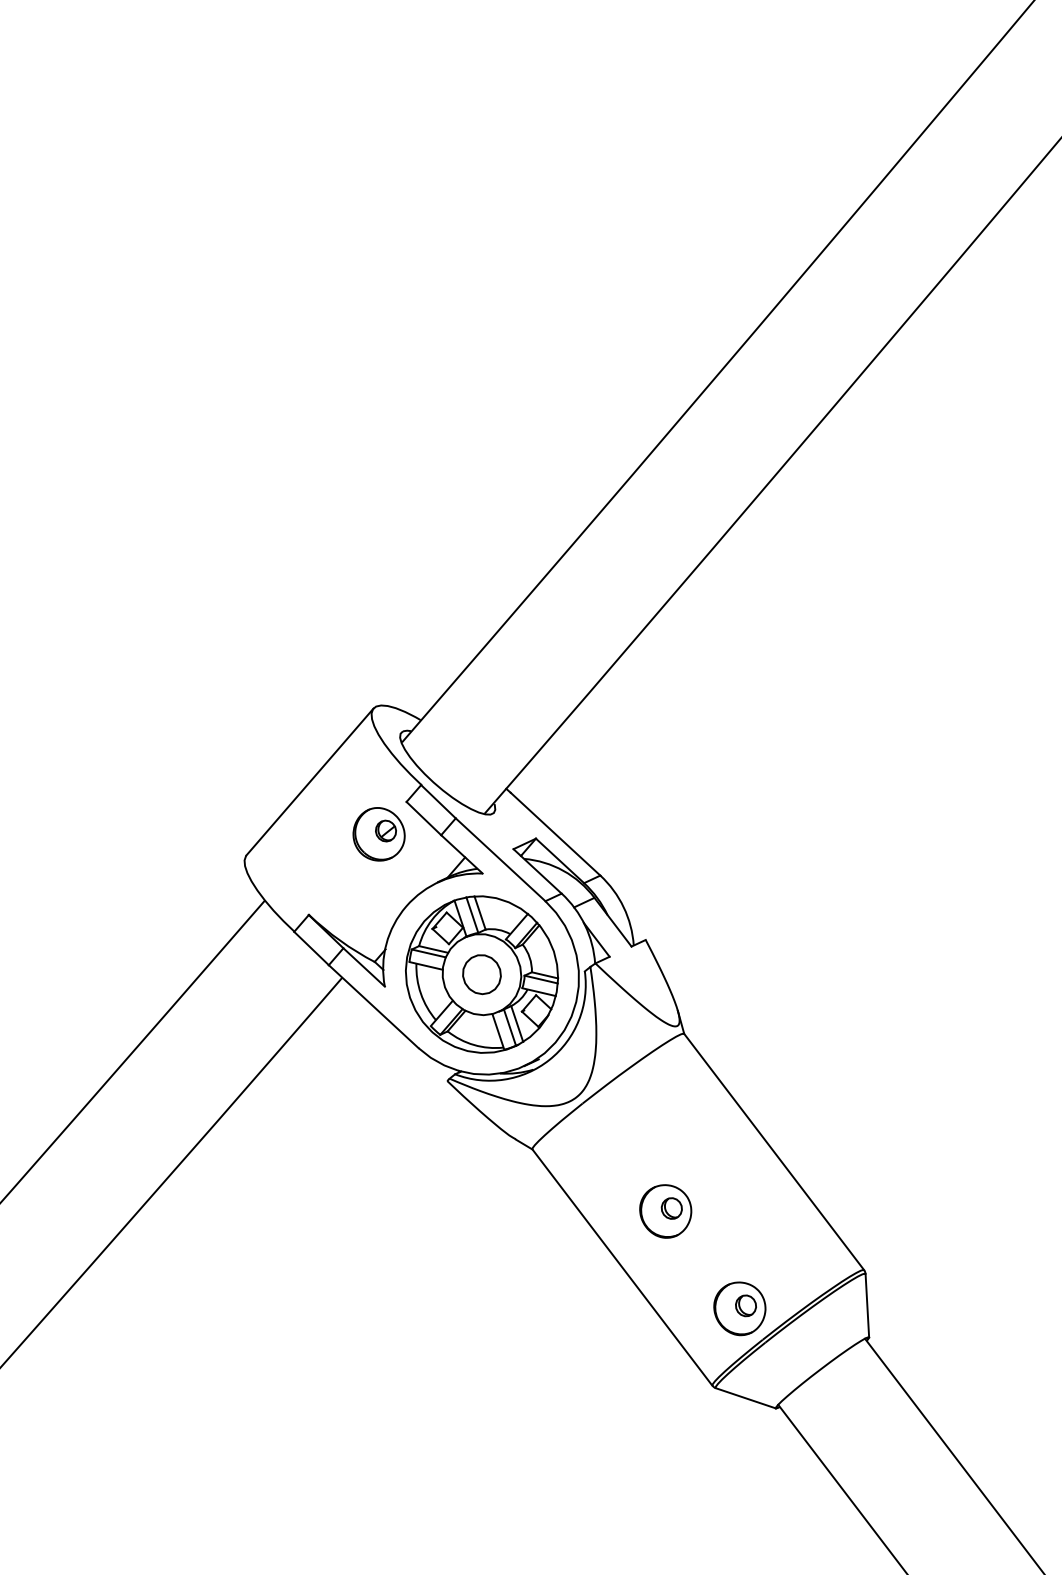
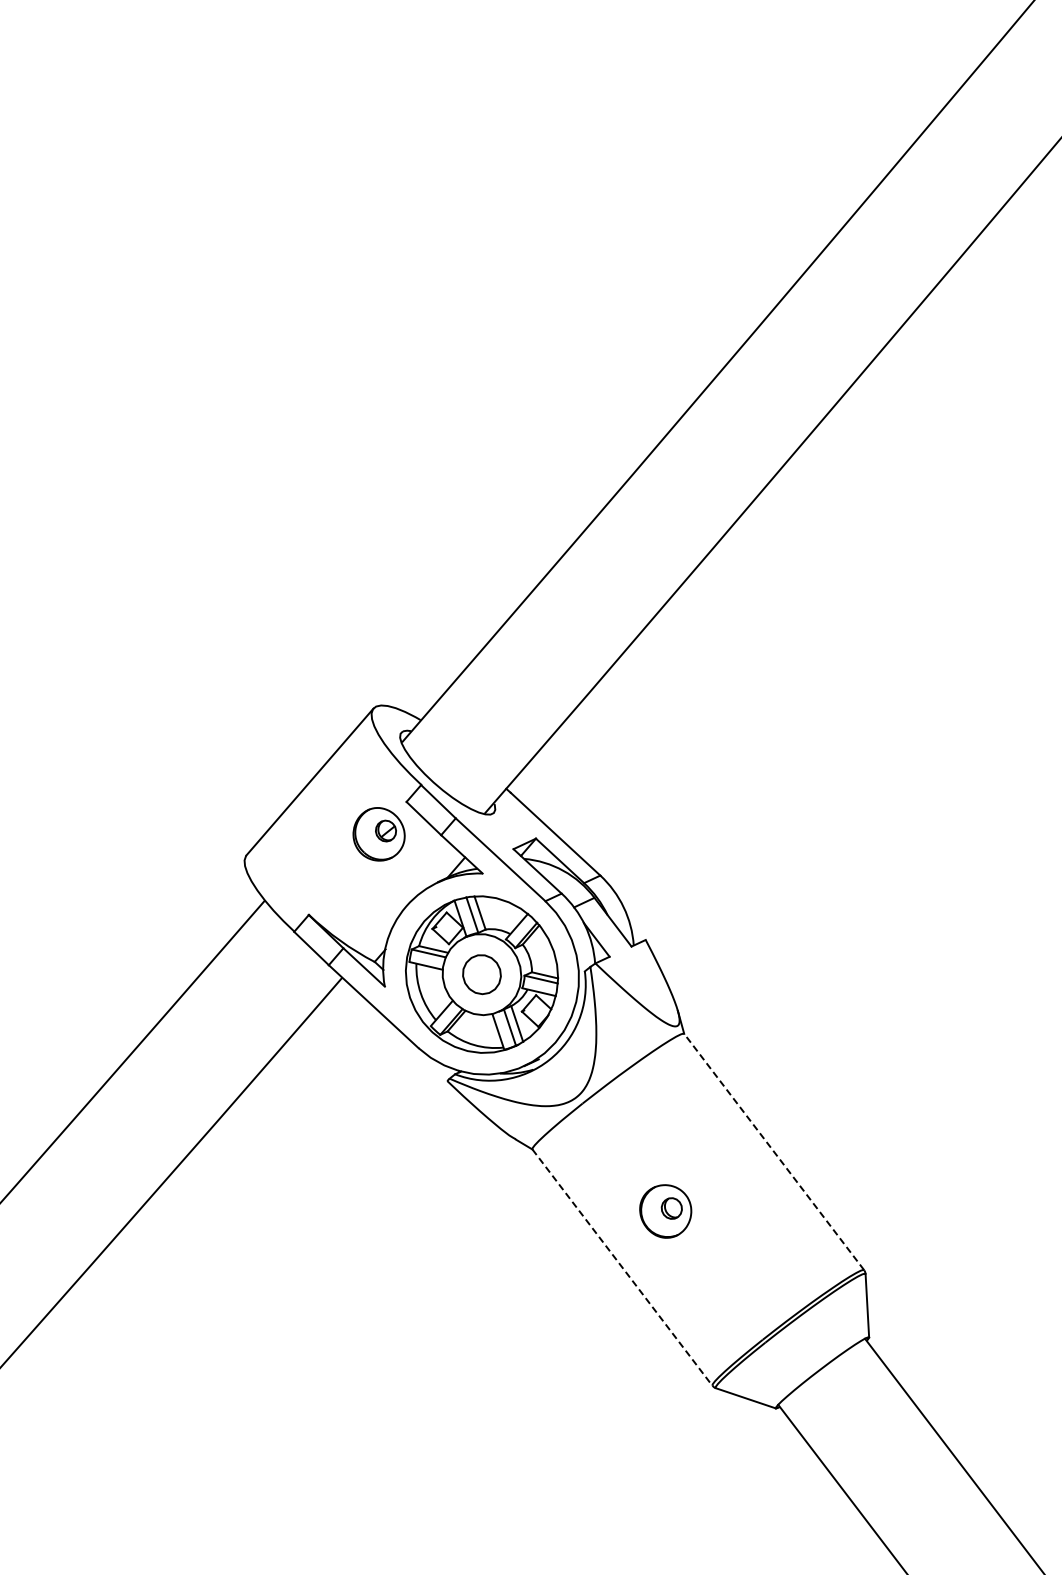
line at (774, 1151): solid -> dashed
line at (622, 1267): solid -> dashed
part at (739, 1308): present -> none
